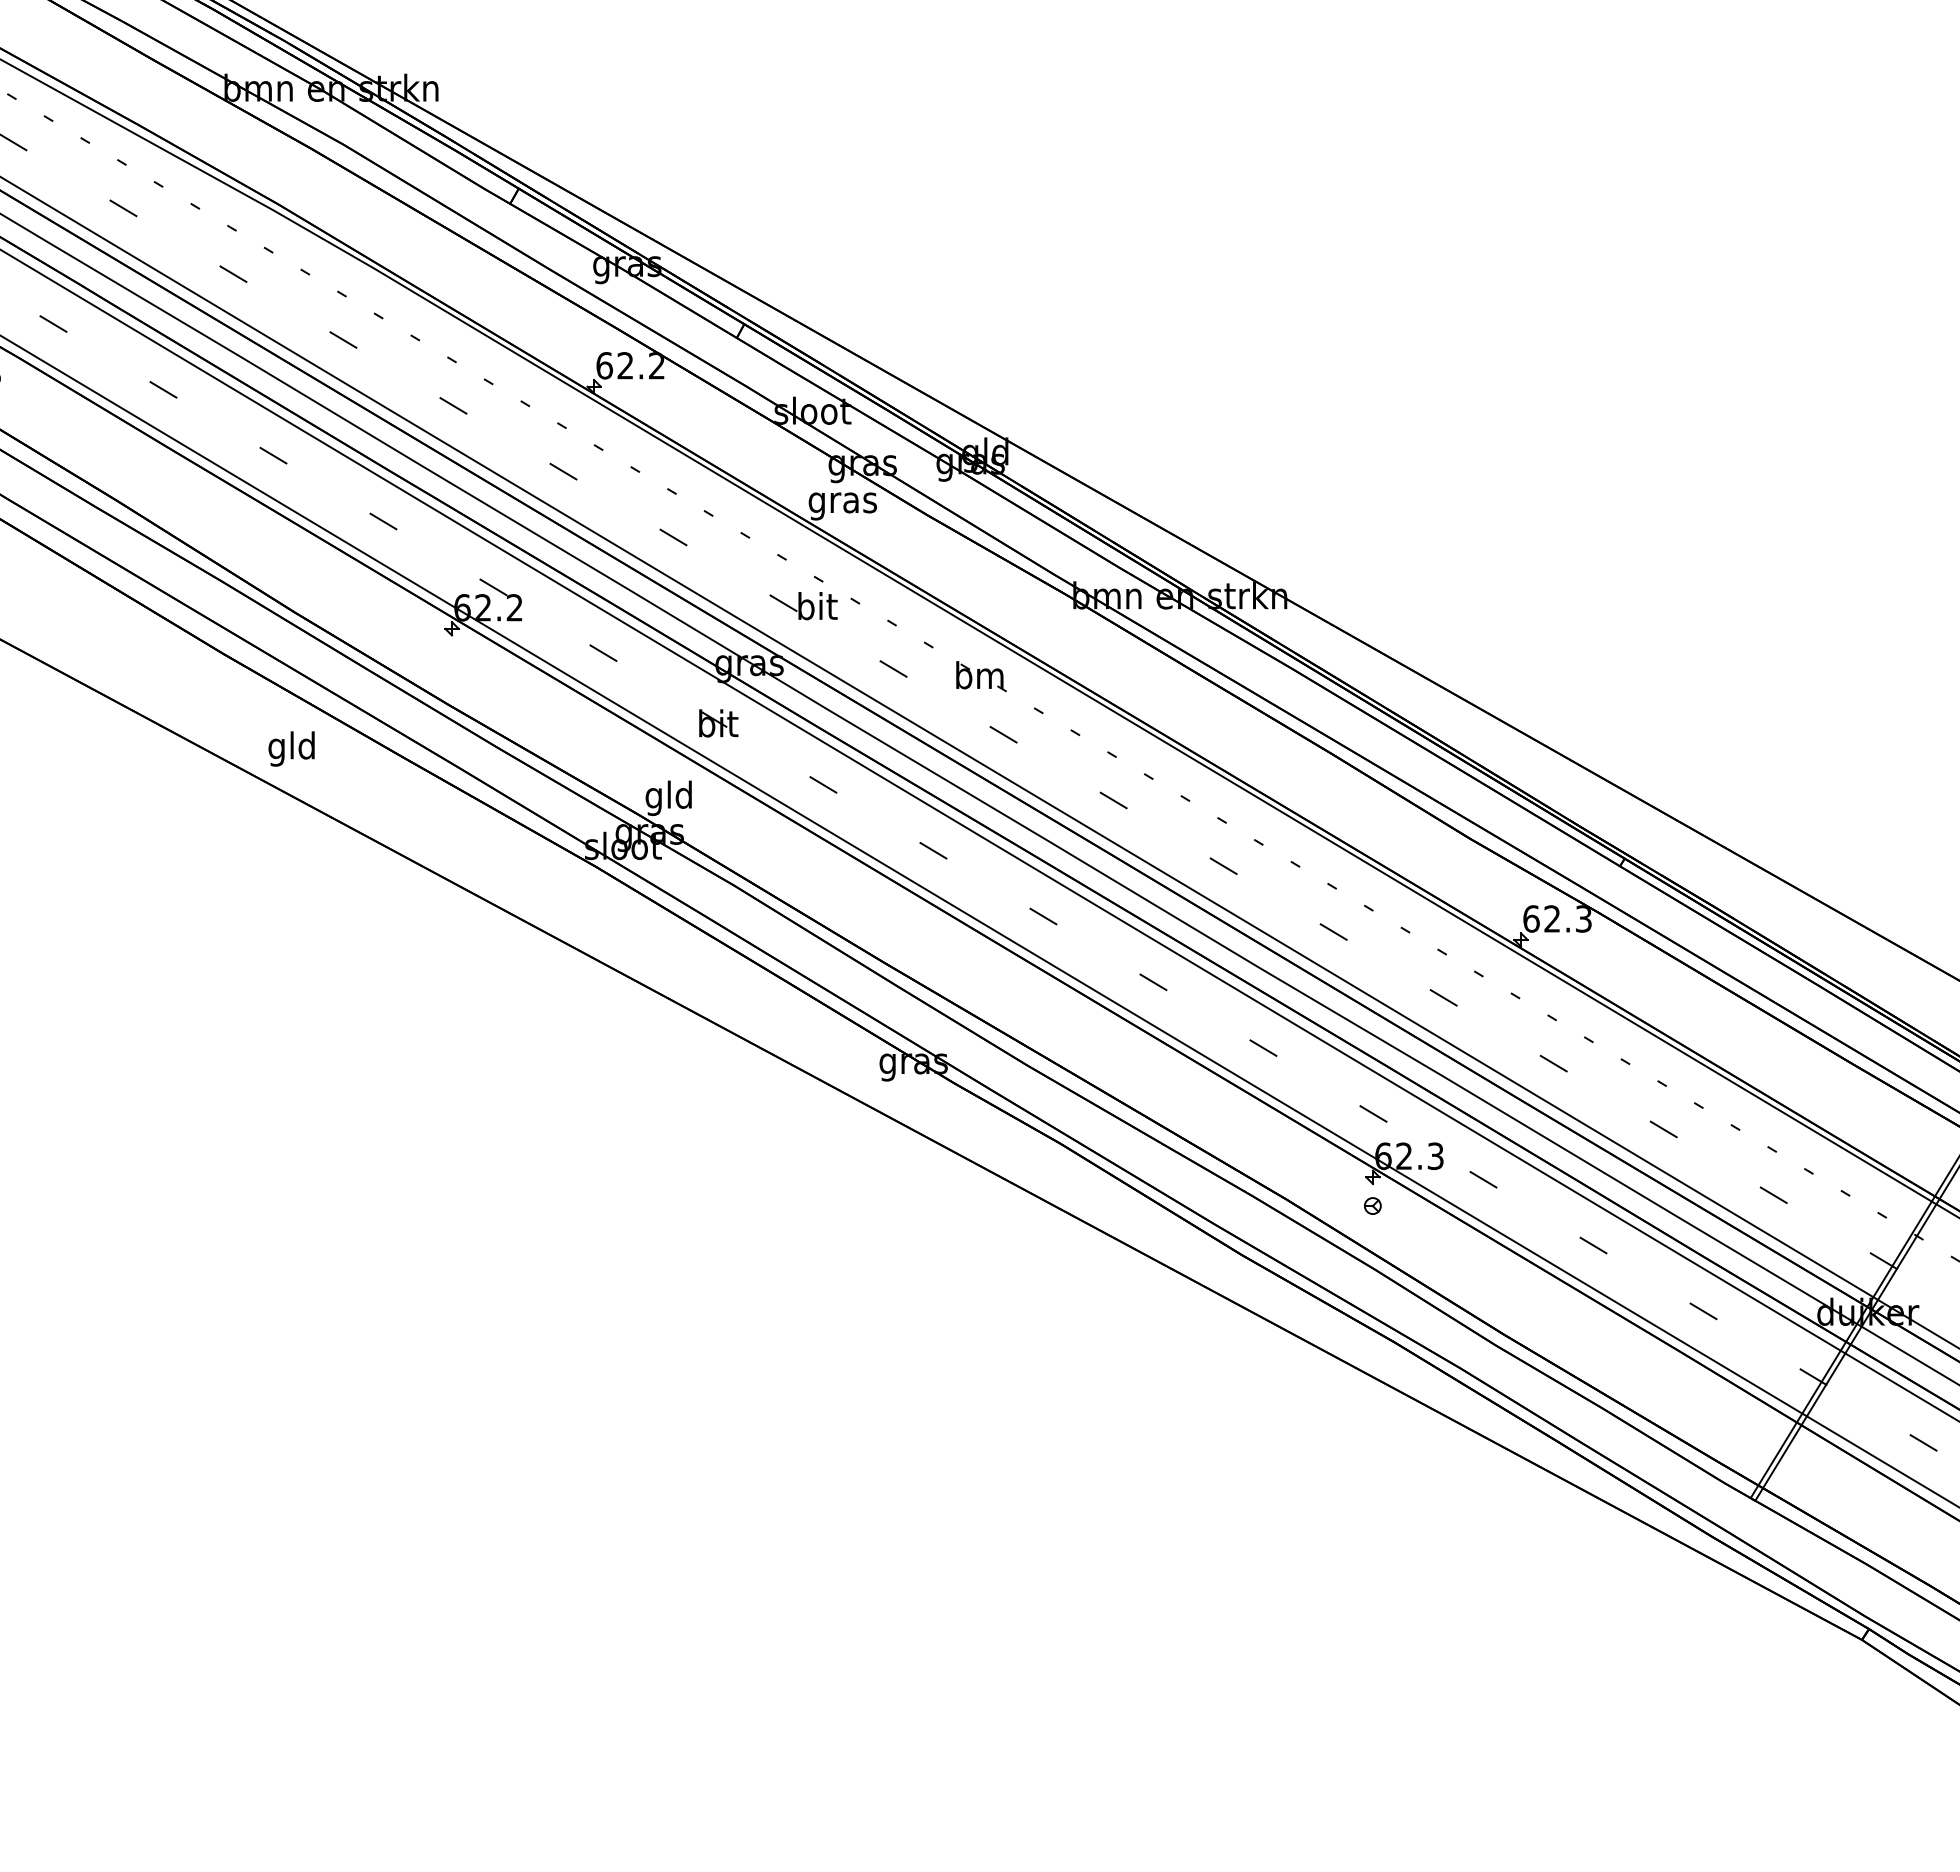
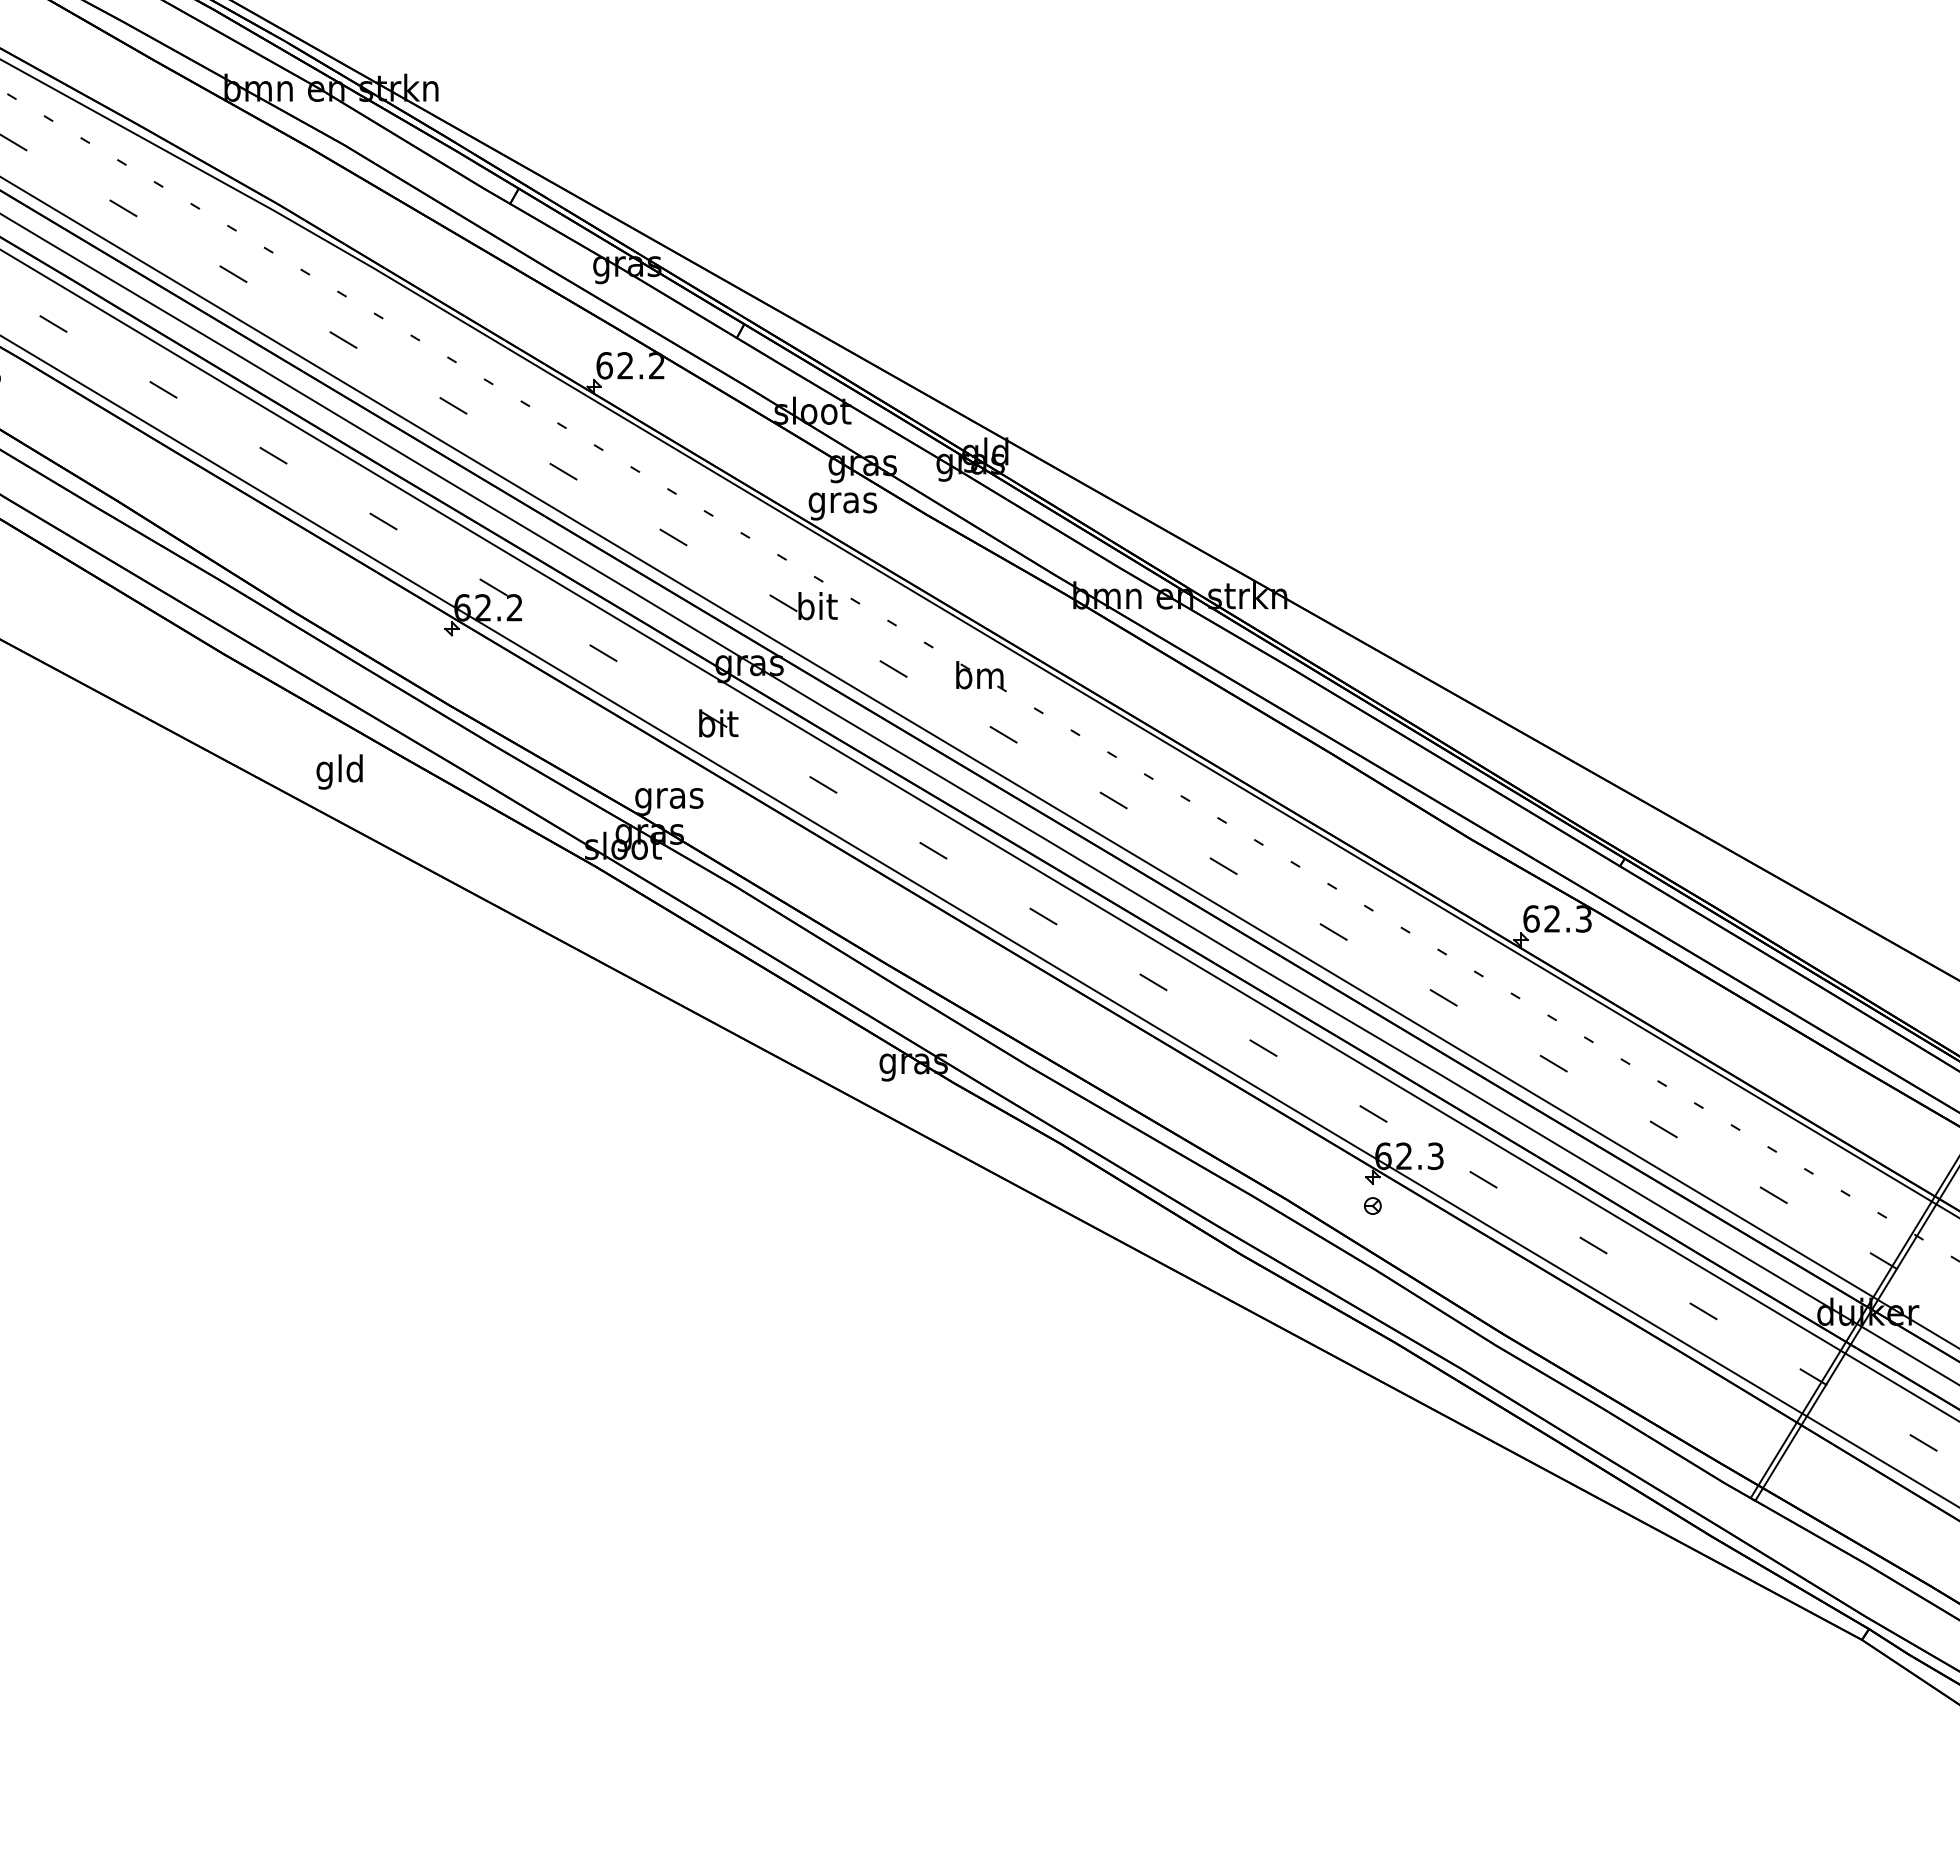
text at (291, 748) position: (291, 748) -> (339, 771)
text at (669, 797): gld -> gras
